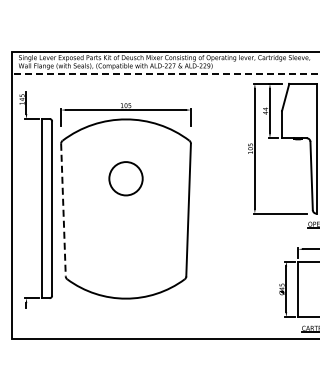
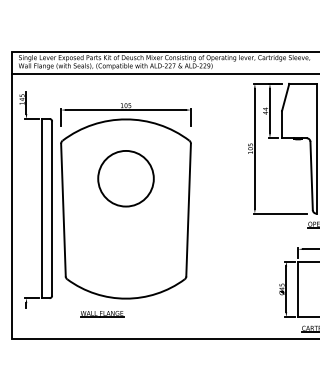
line at (166, 73): dashed -> solid
circle at (125, 178) diameter: 33 px -> 56 px
line at (63, 210): dashed -> solid
part at (102, 314): none -> present
